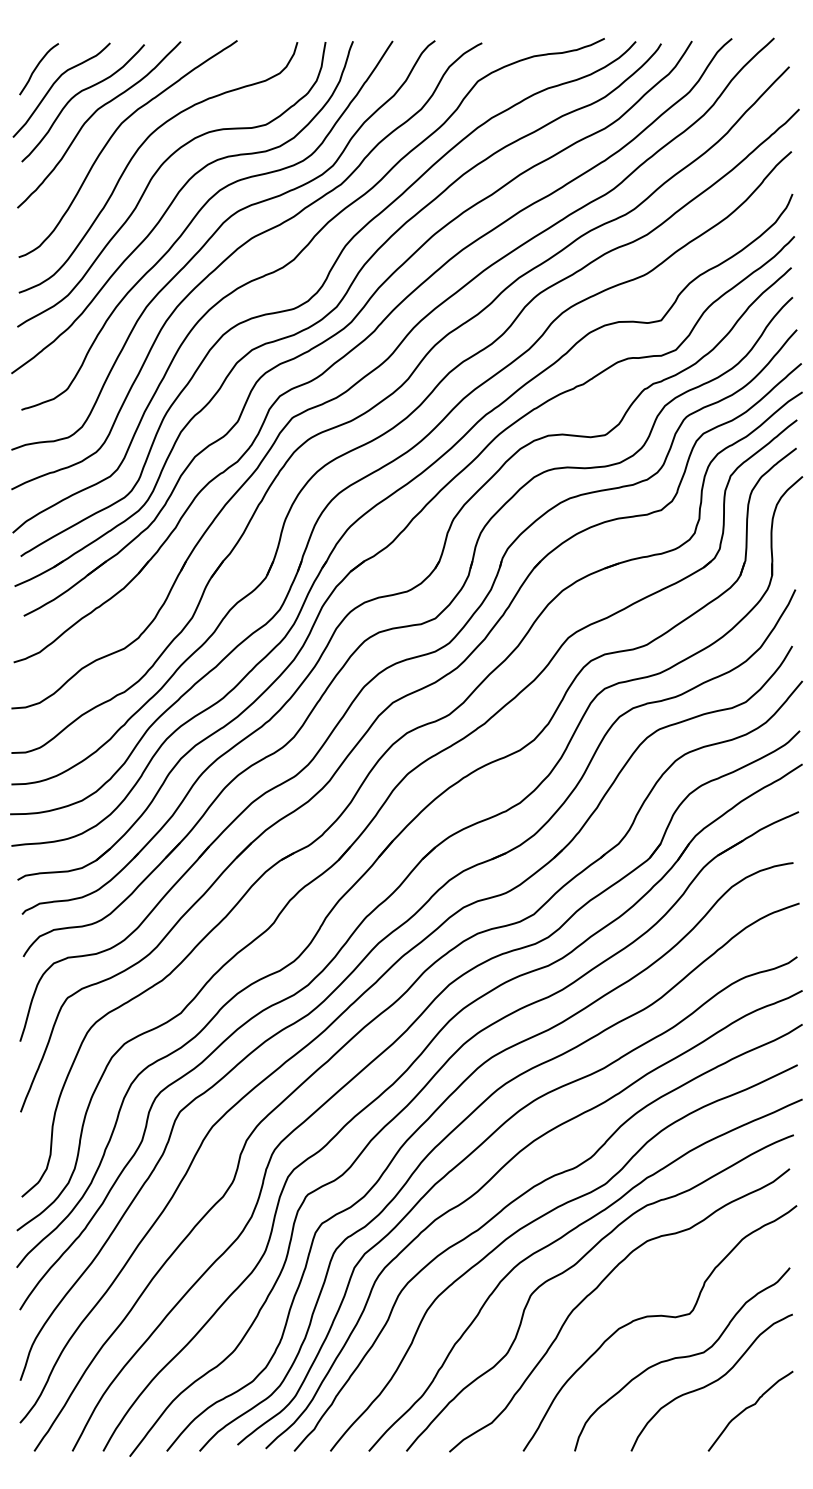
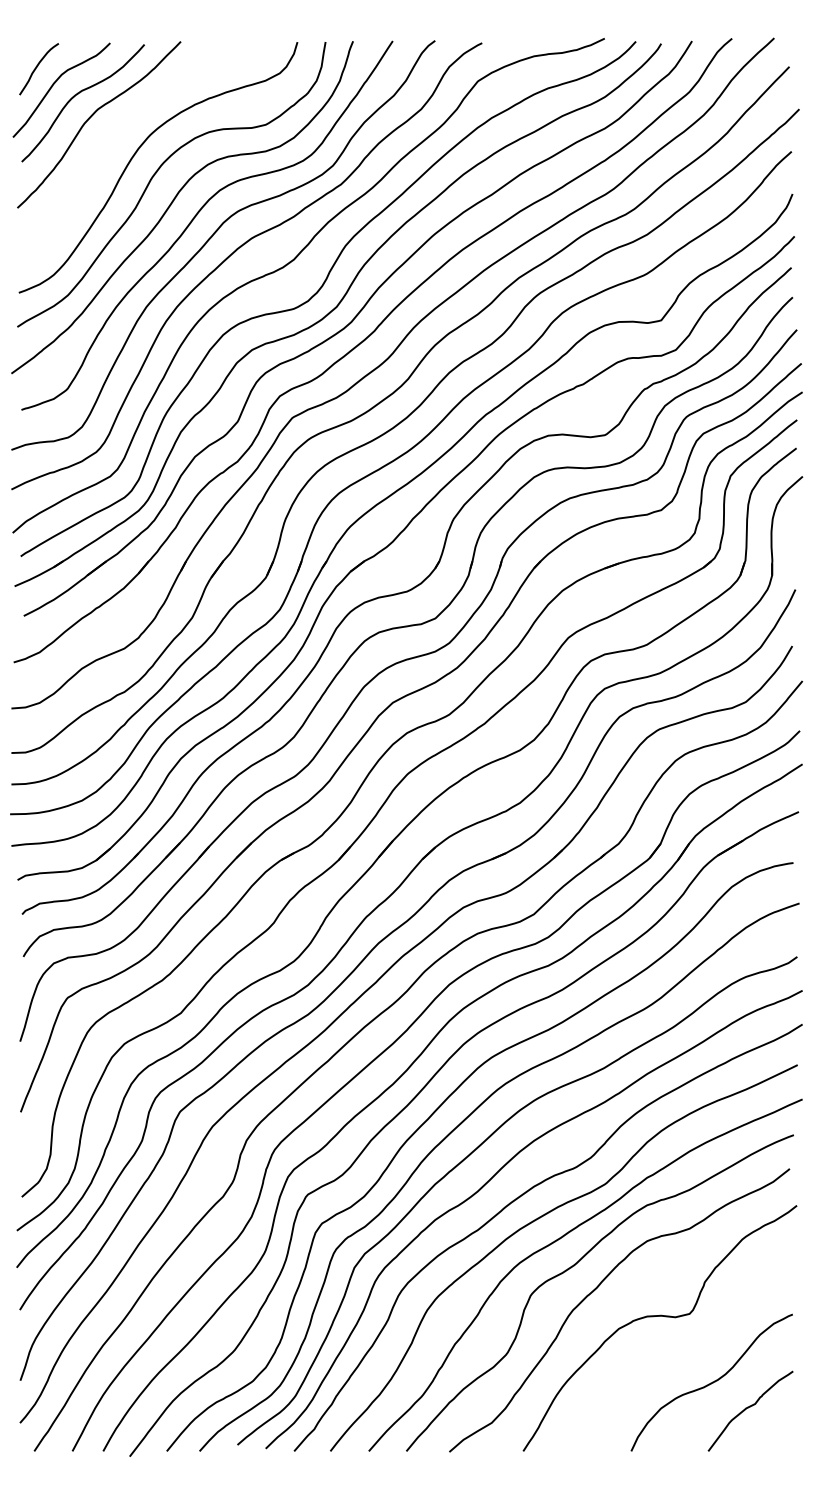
curve at (112, 137): present -> none
curve at (682, 1358): present -> none
